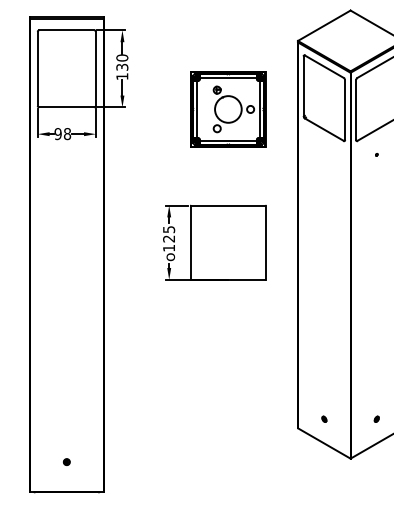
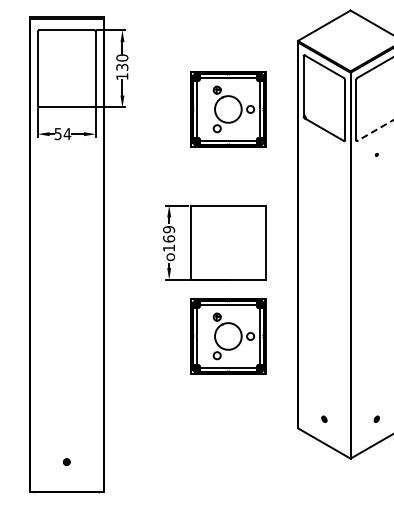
line at (375, 130): solid -> dashed
text at (62, 134): 98 -> 54
text at (169, 234): 125 -> 169
part at (228, 336): none -> present
